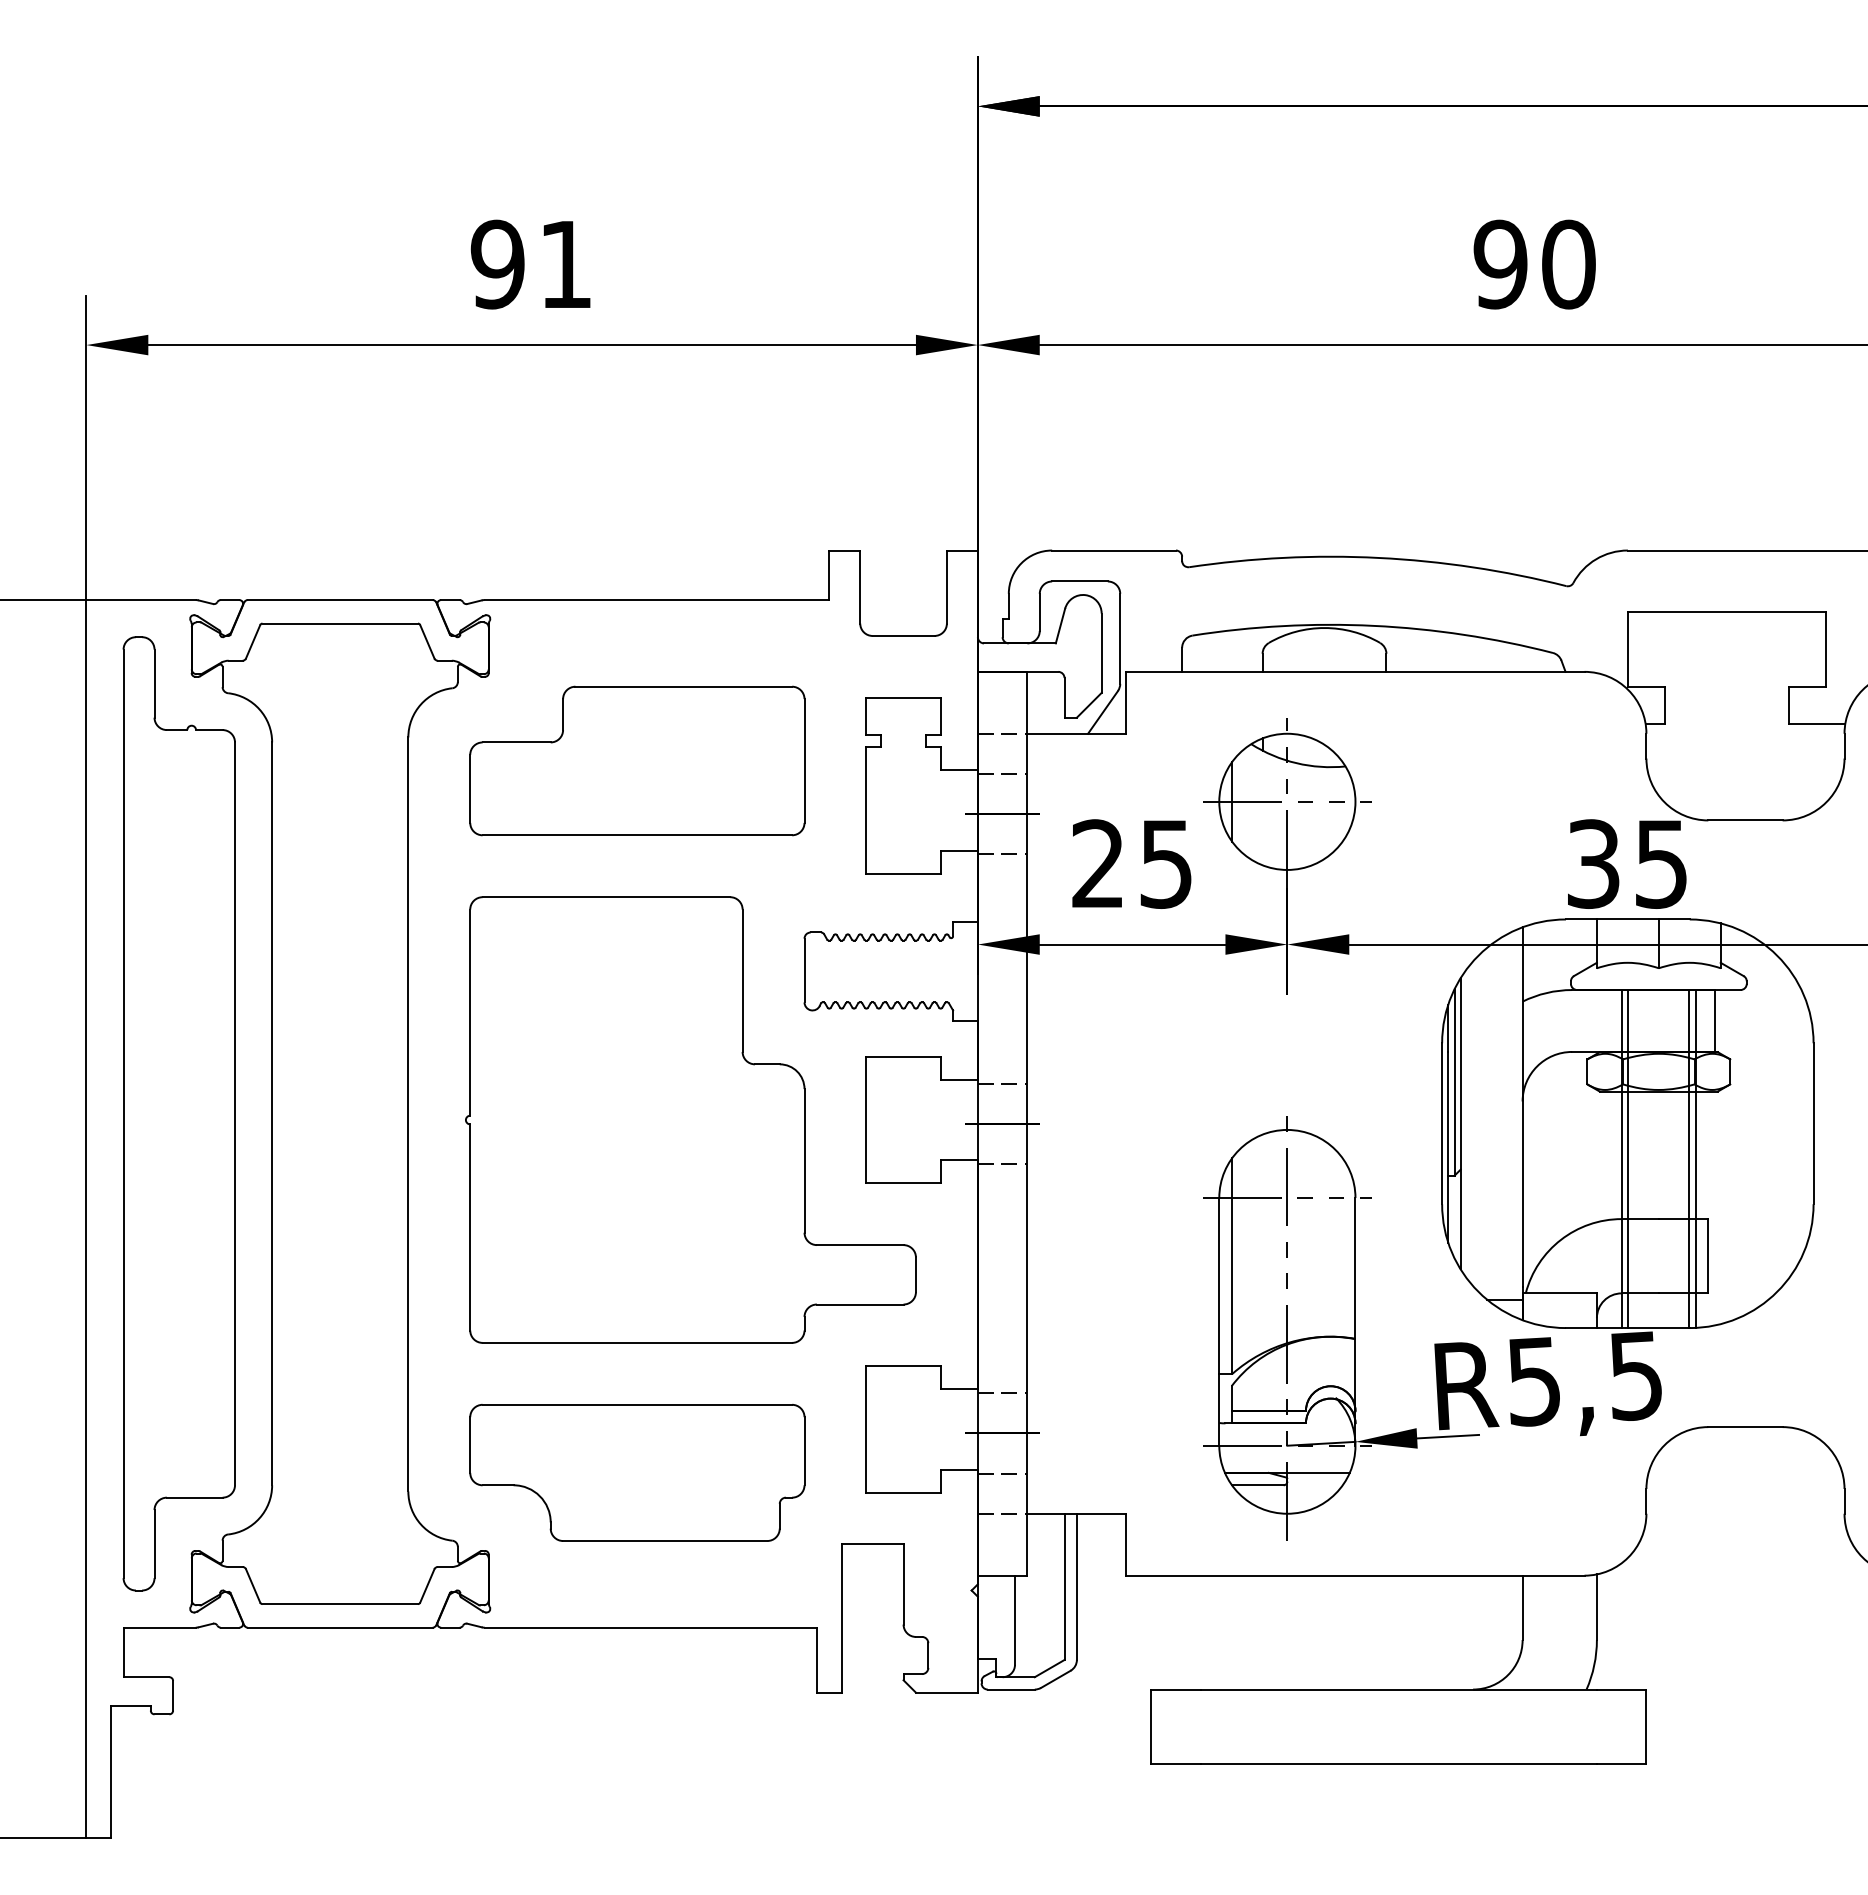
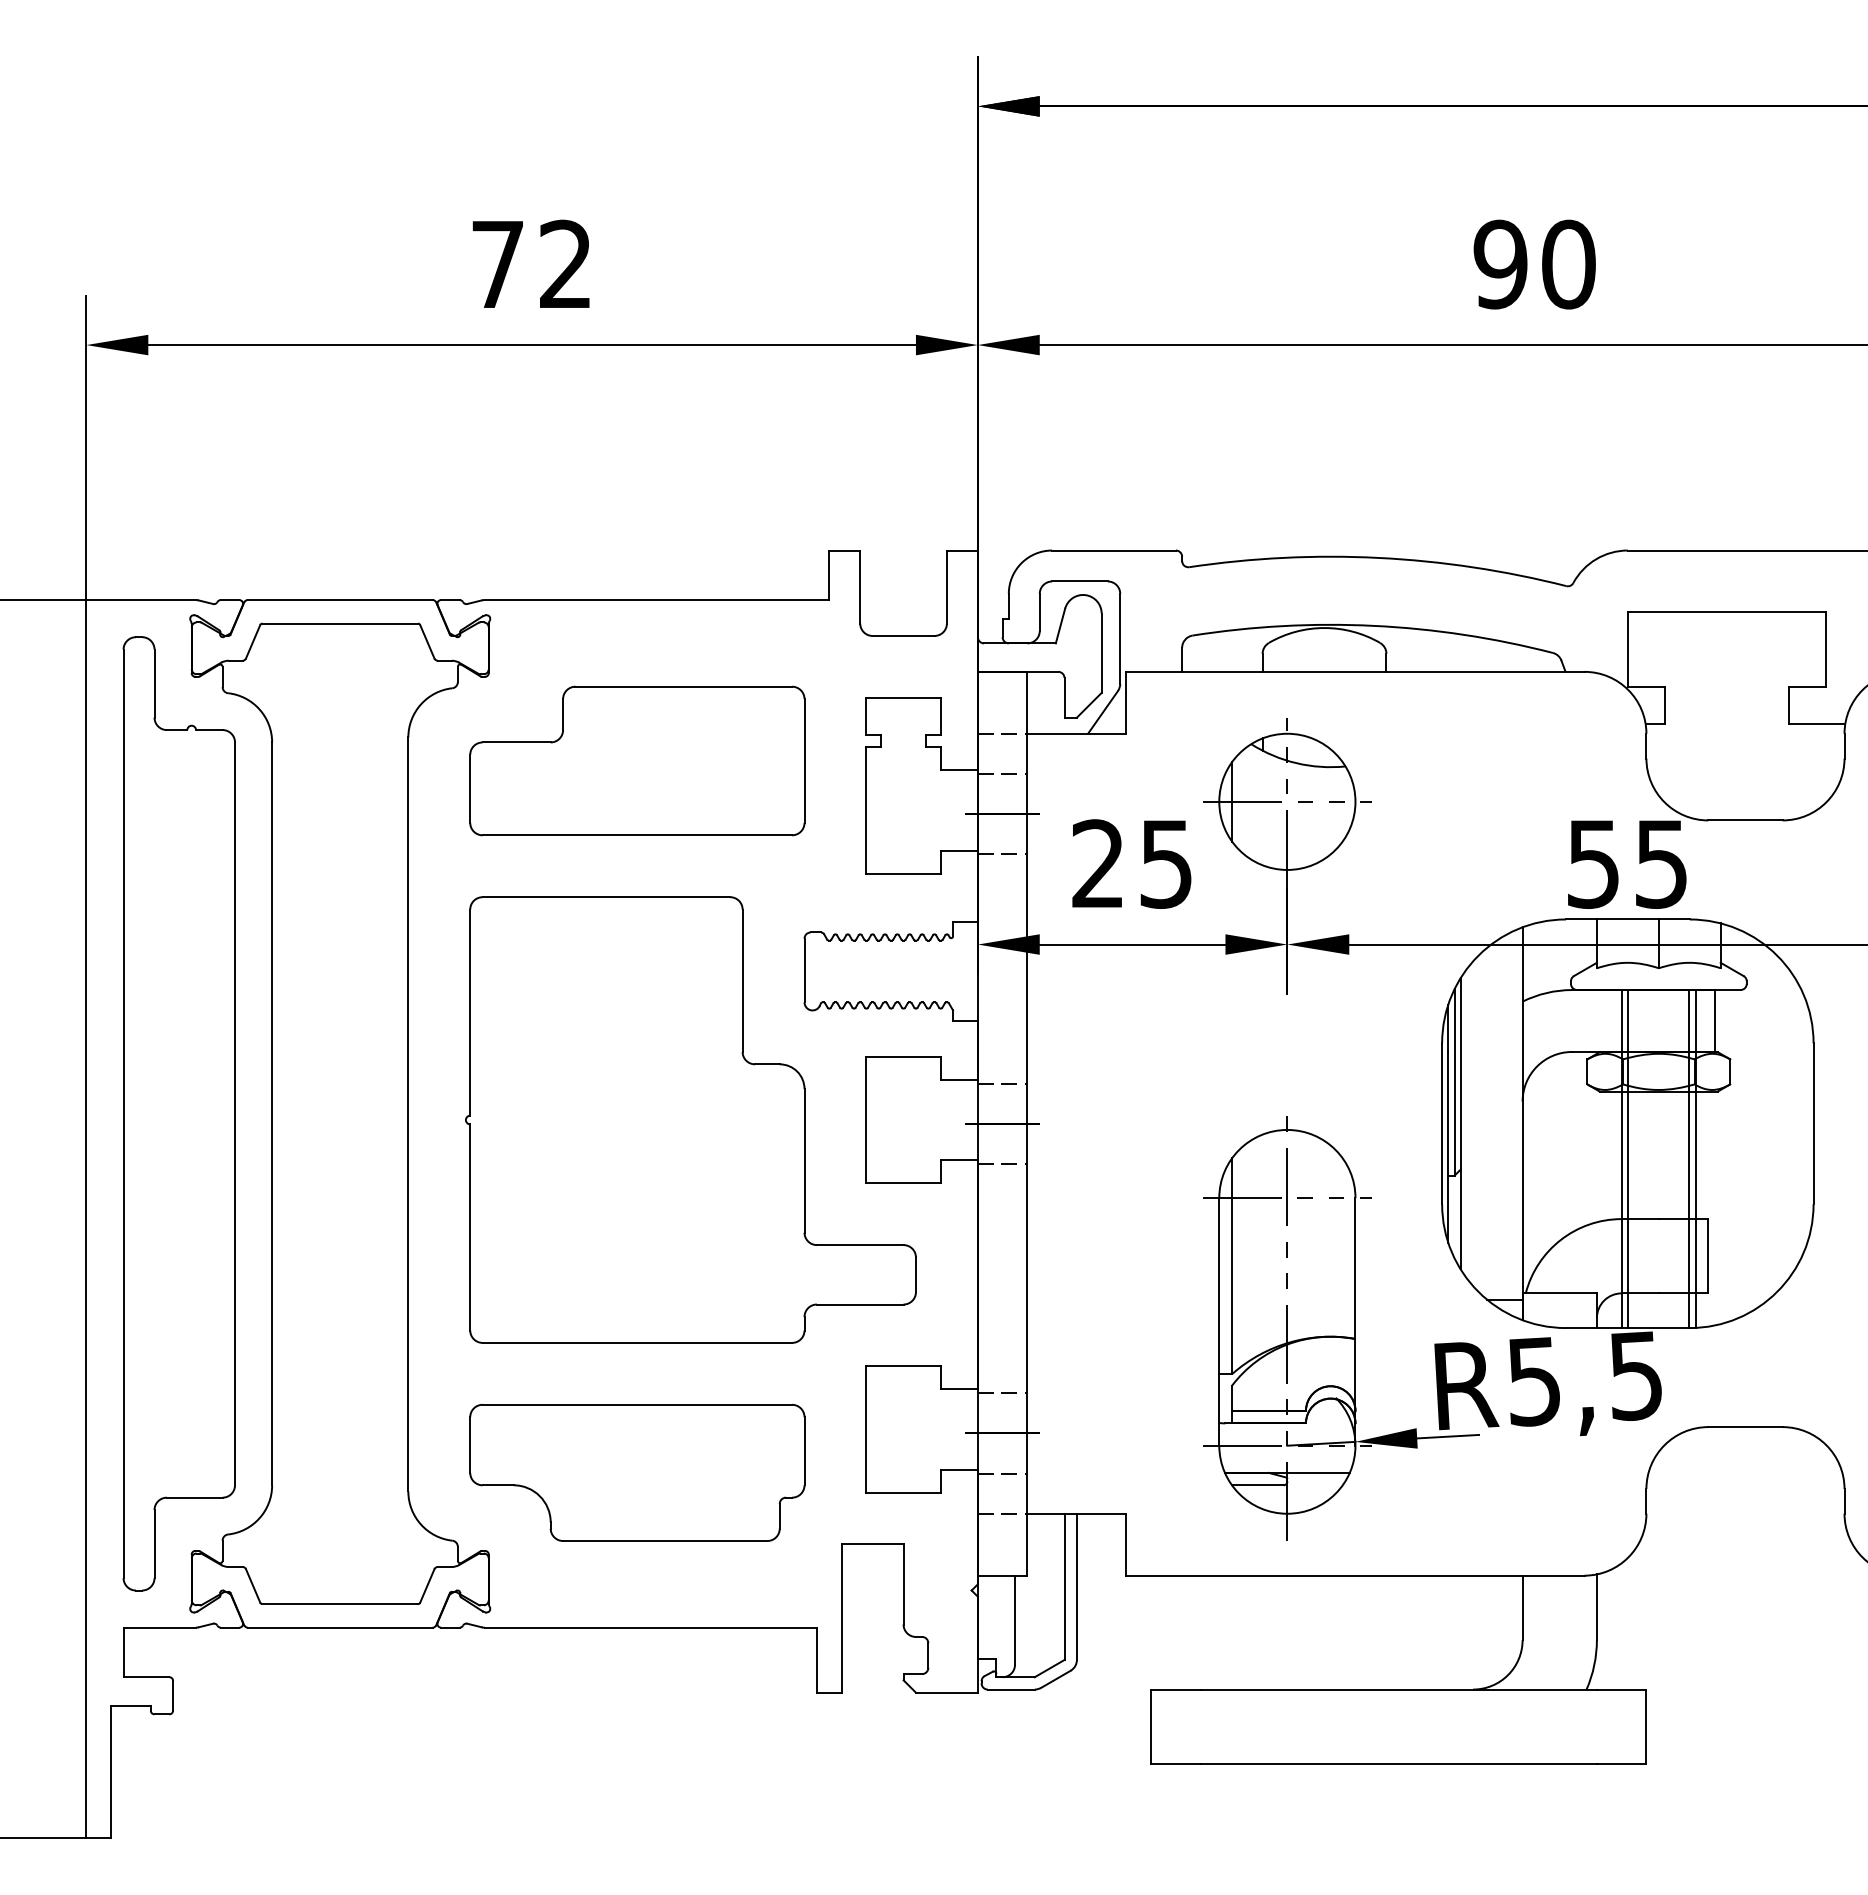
text at (530, 264): 91 -> 72
text at (1593, 863): 35 -> 55
